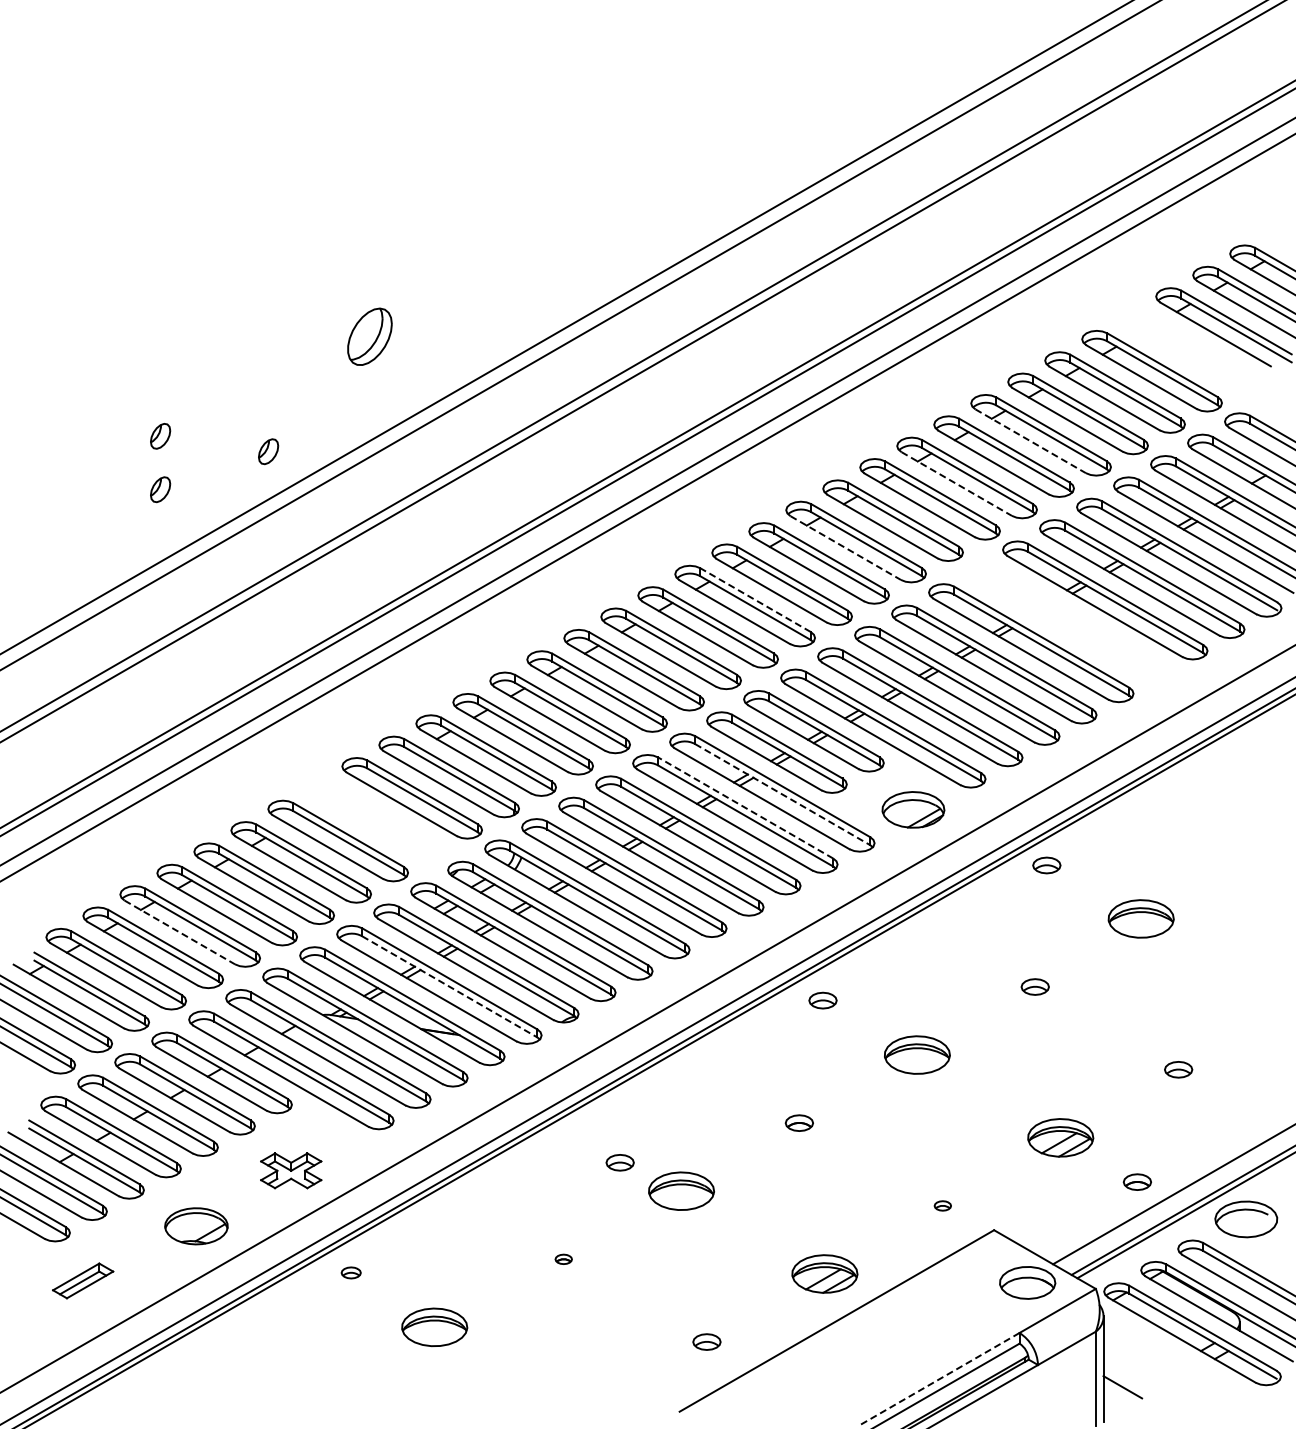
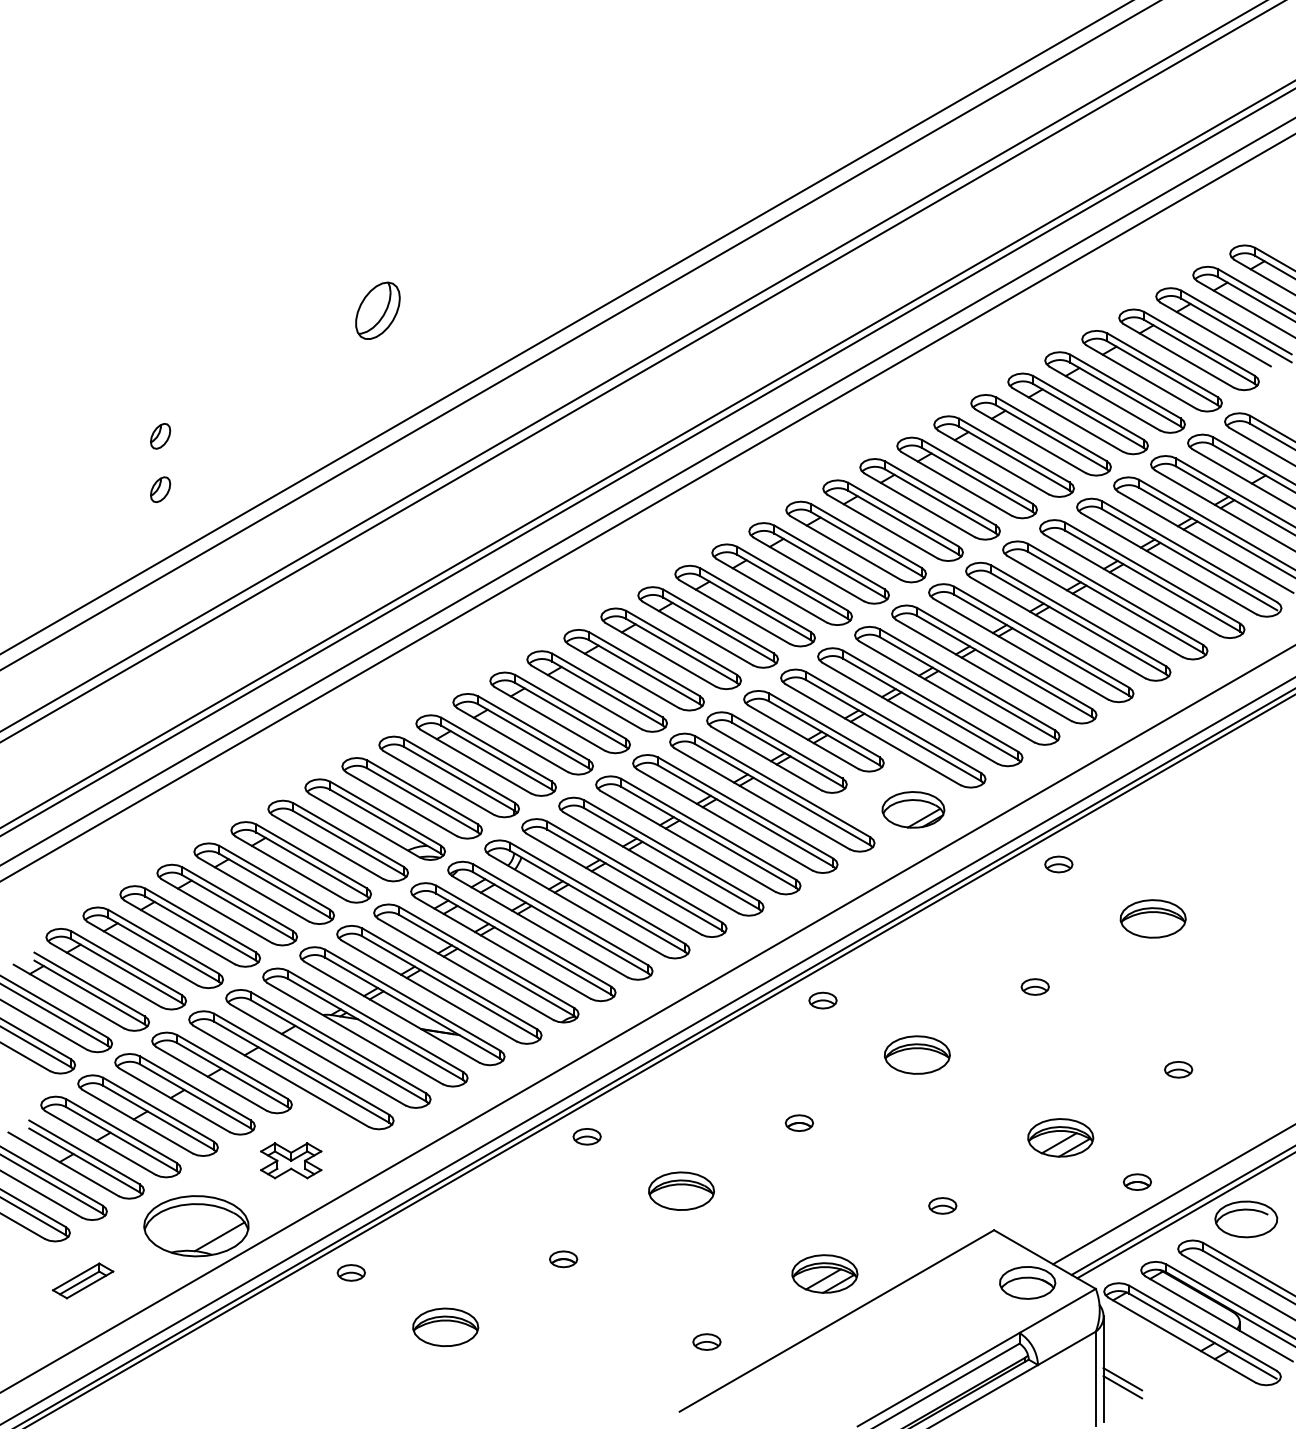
part at (369, 336) position: (369, 336) -> (377, 310)
part at (1188, 349): none -> present
line at (1030, 441): dashed -> solid
part at (268, 451): present -> none
line at (956, 484): dashed -> solid
line at (845, 548): dashed -> solid
line at (755, 600): dashed -> solid
part at (1068, 621): none -> present
line at (783, 794): dashed -> solid
line at (745, 807): dashed -> solid
part at (374, 819): none -> present
part at (1046, 865) position: (1046, 865) -> (1058, 864)
part at (1140, 918) position: (1140, 918) -> (1152, 918)
line at (179, 932): dashed -> solid
line at (450, 987): dashed -> solid
part at (619, 1162) position: (619, 1162) -> (586, 1136)
part at (291, 1170) position: (291, 1170) -> (291, 1160)
part at (942, 1205) size: 19x12 px -> 30x18 px
part at (196, 1226) size: 65x39 px -> 107x63 px
part at (563, 1258) size: 19x12 px -> 30x19 px
part at (350, 1272) size: 22x14 px -> 30x18 px
part at (434, 1327) position: (434, 1327) -> (445, 1327)
line at (938, 1379): dashed -> solid
line at (1122, 1379): none -> present
